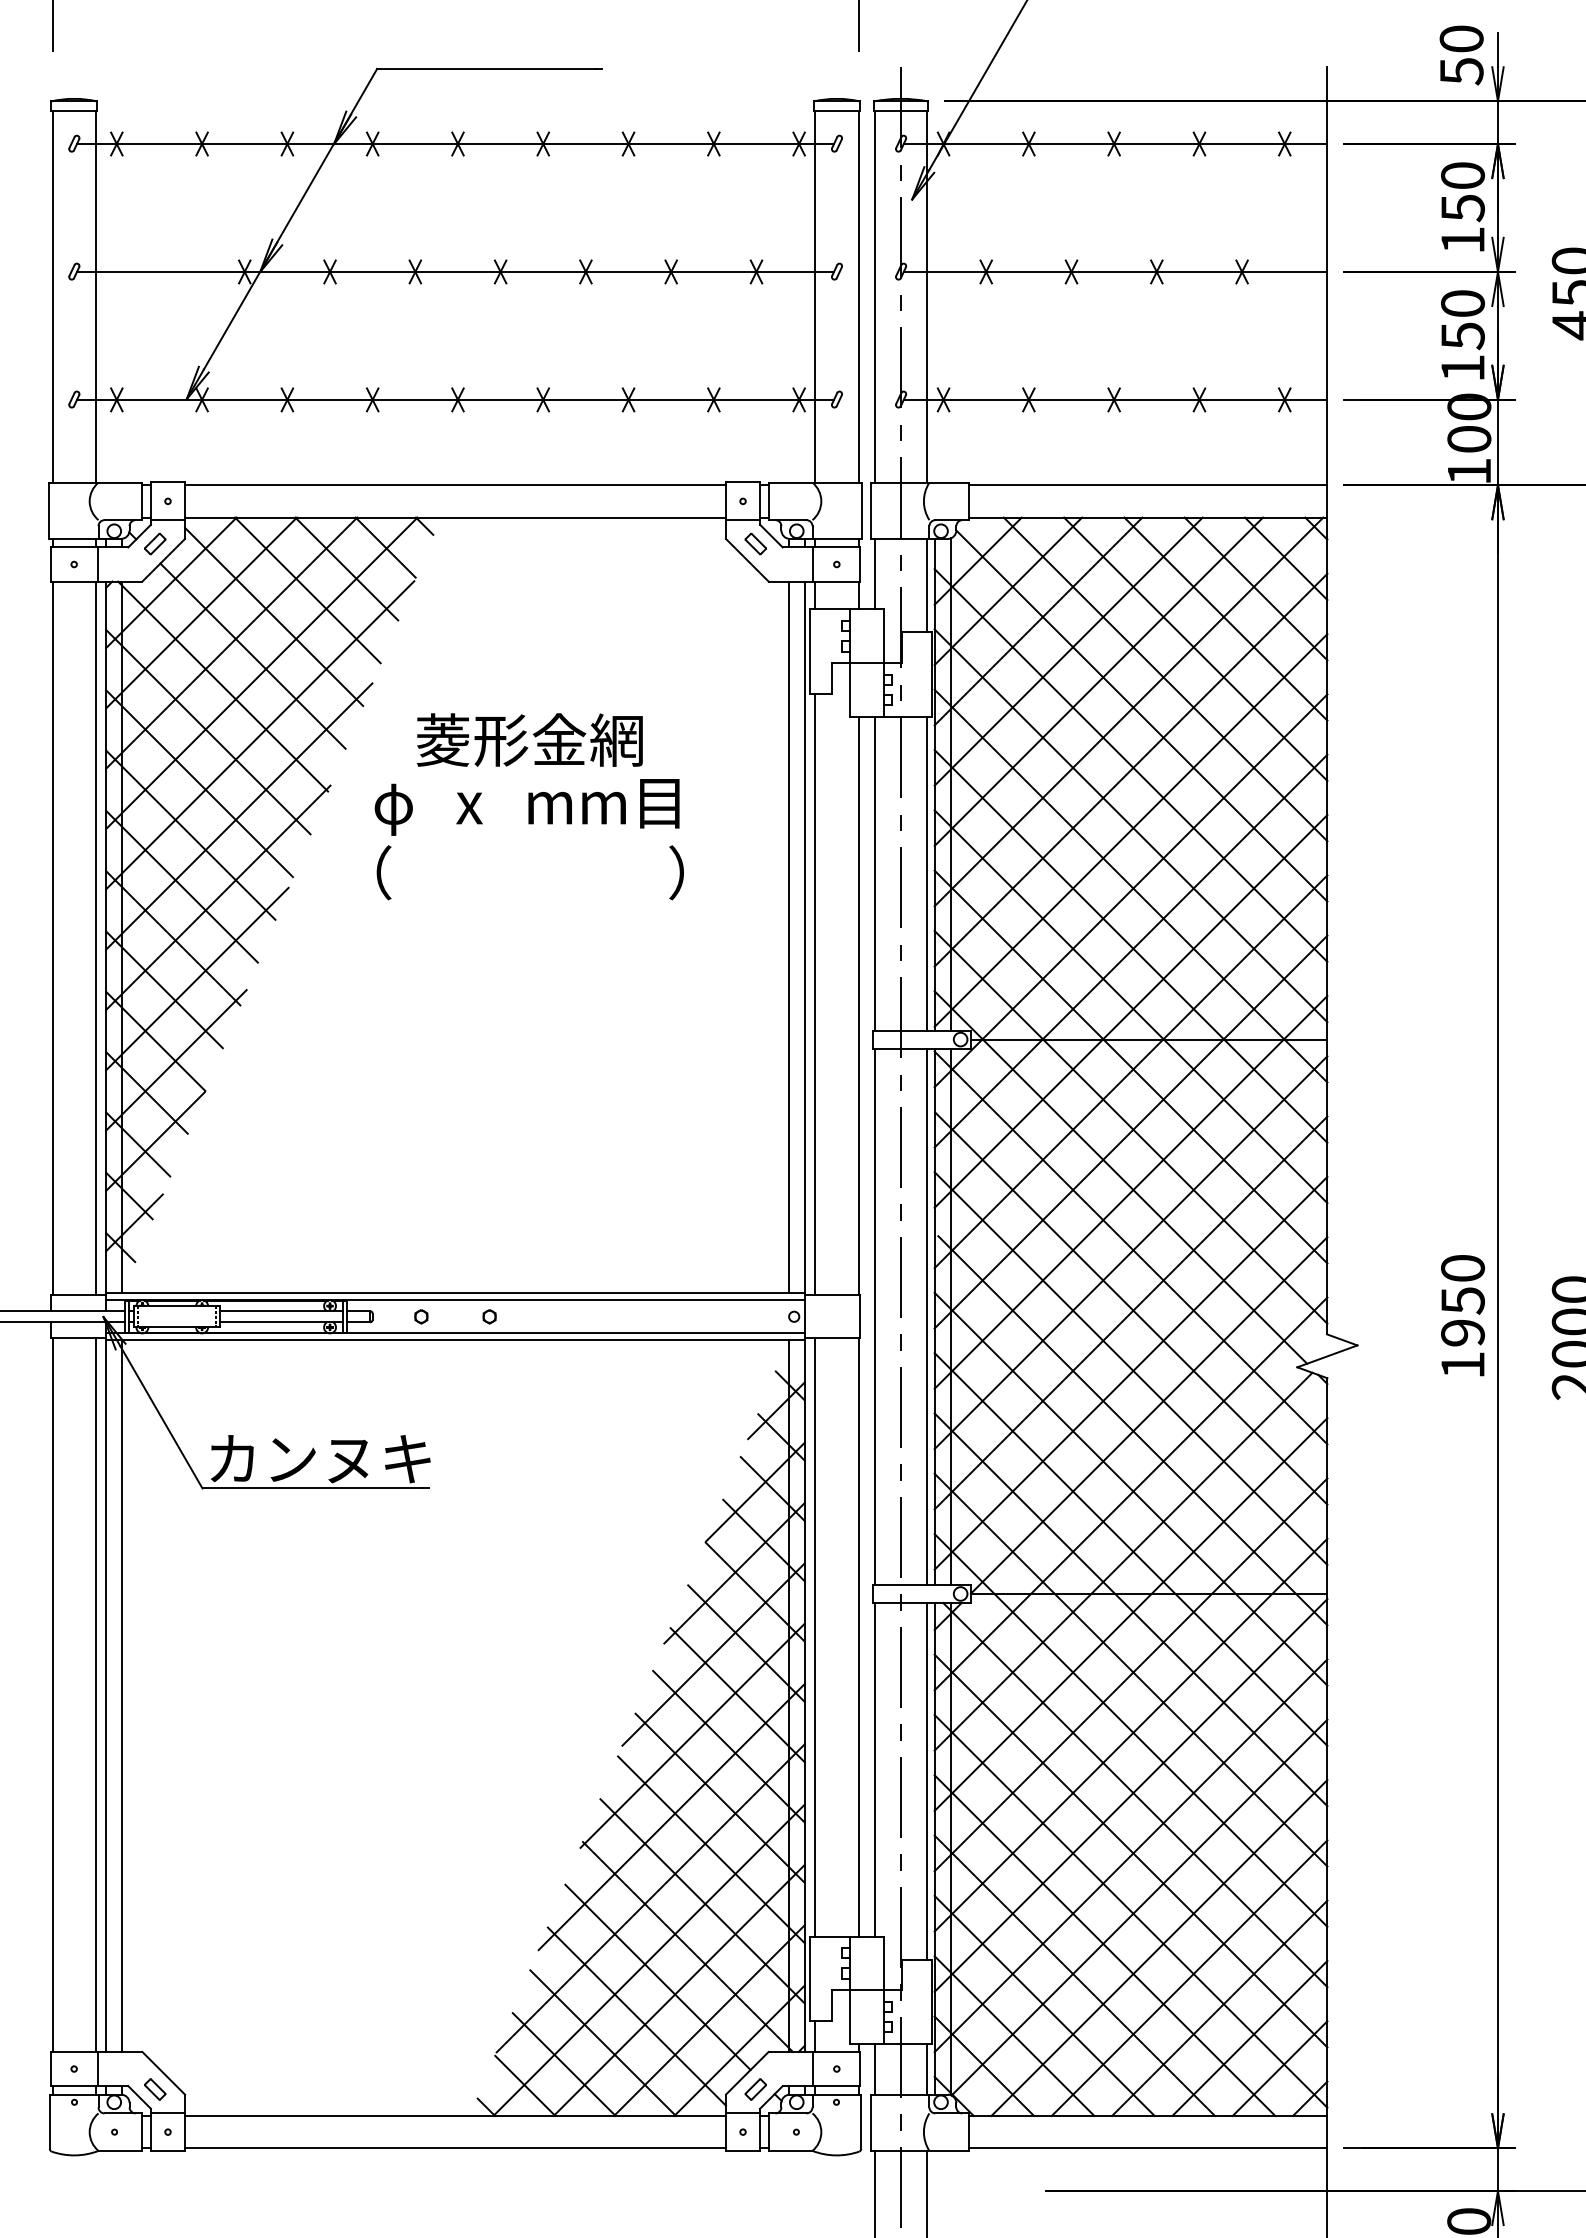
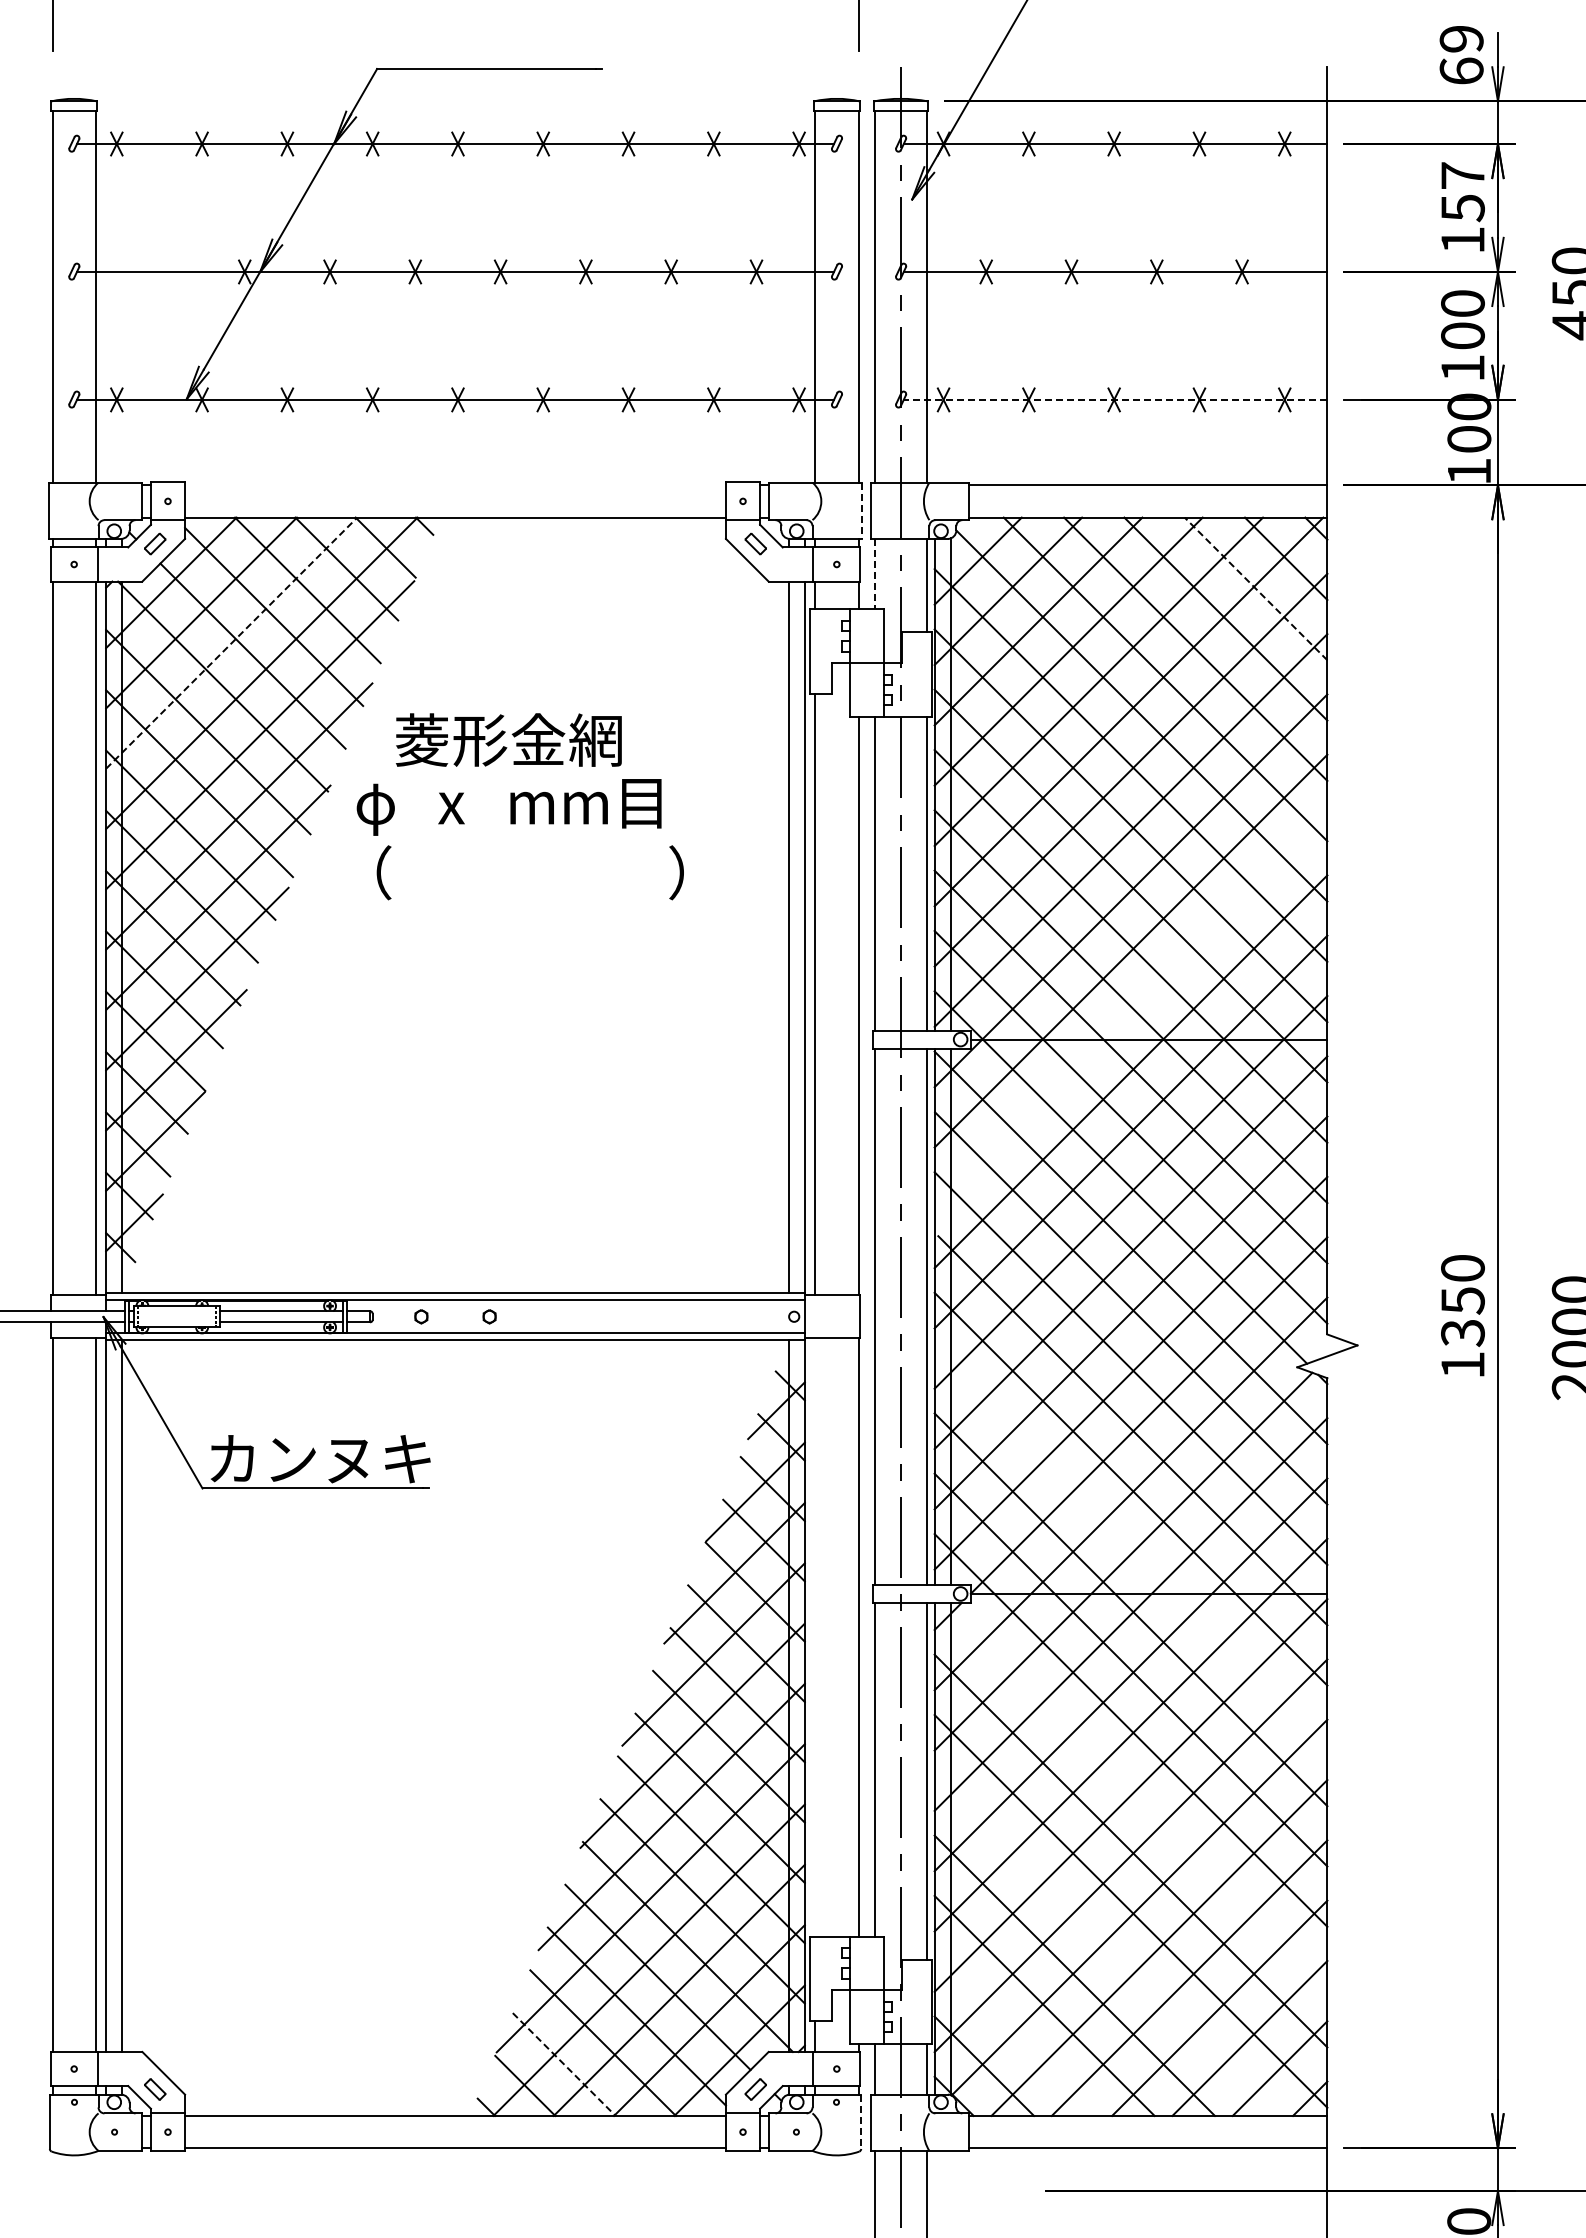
text at (1461, 55): 50 -> 69
text at (1462, 175): 150 -> 157
text at (1462, 336): 150 -> 100
line at (1115, 399): solid -> dashed
line at (455, 485): present -> none
line at (861, 511): solid -> dashed
line at (875, 574): solid -> dashed
line at (1256, 588): solid -> dashed
line at (231, 643): solid -> dashed
text at (529, 739) position: (529, 739) -> (508, 739)
text at (526, 807) position: (526, 807) -> (508, 807)
line at (1130, 1011): present -> none
text at (1462, 1333): 1950 -> 1350
line at (1130, 1549): present -> none
line at (815, 1637): present -> none
line at (1135, 1794): present -> none
line at (1104, 1945): present -> none
line at (1014, 2035): present -> none
line at (564, 2064): solid -> dashed
line at (861, 2122): solid -> dashed
